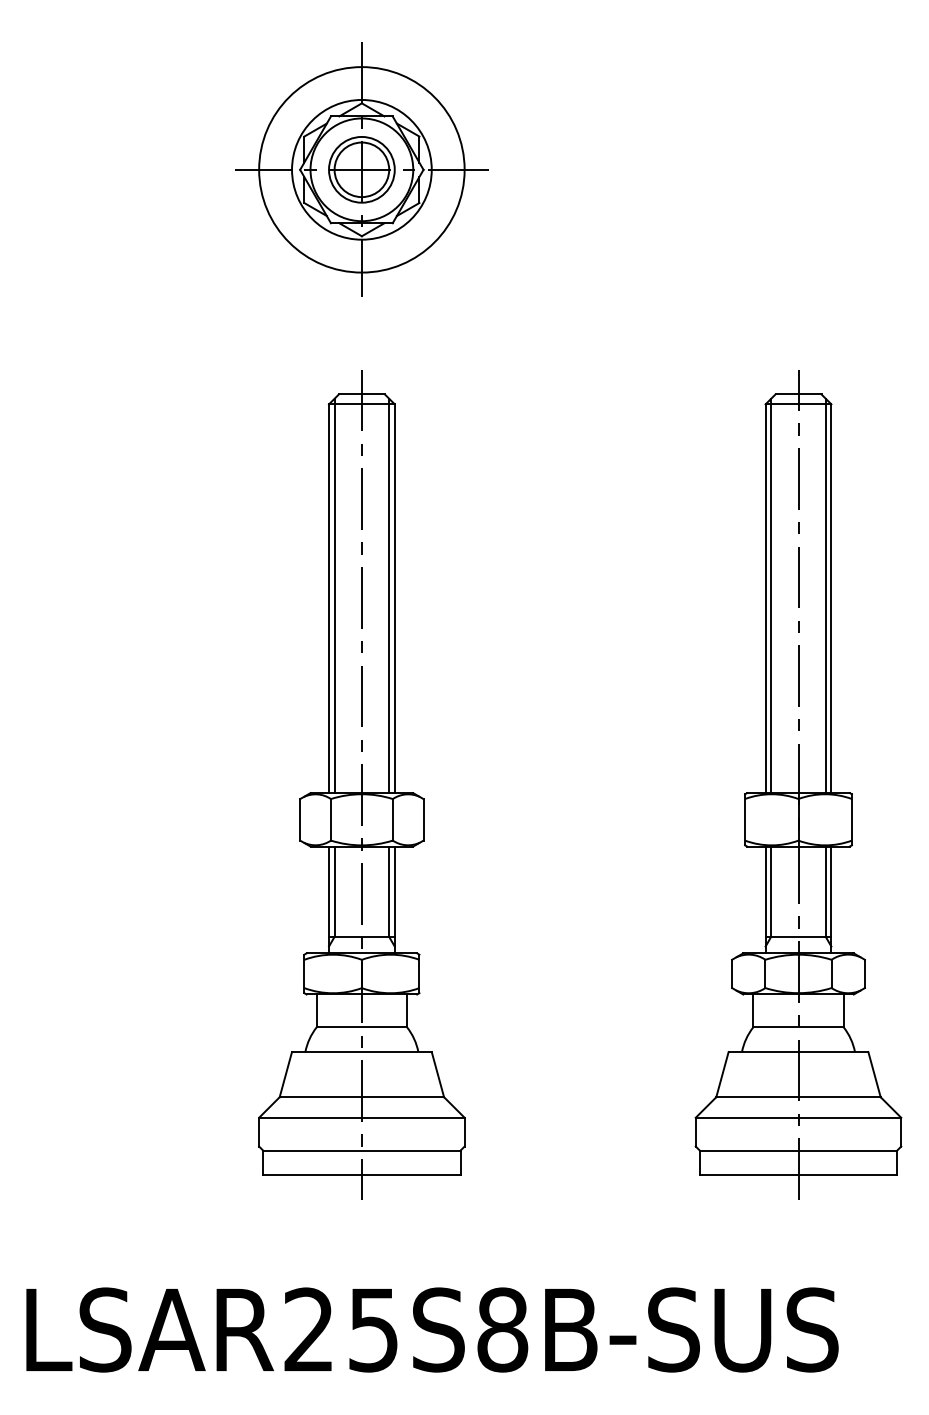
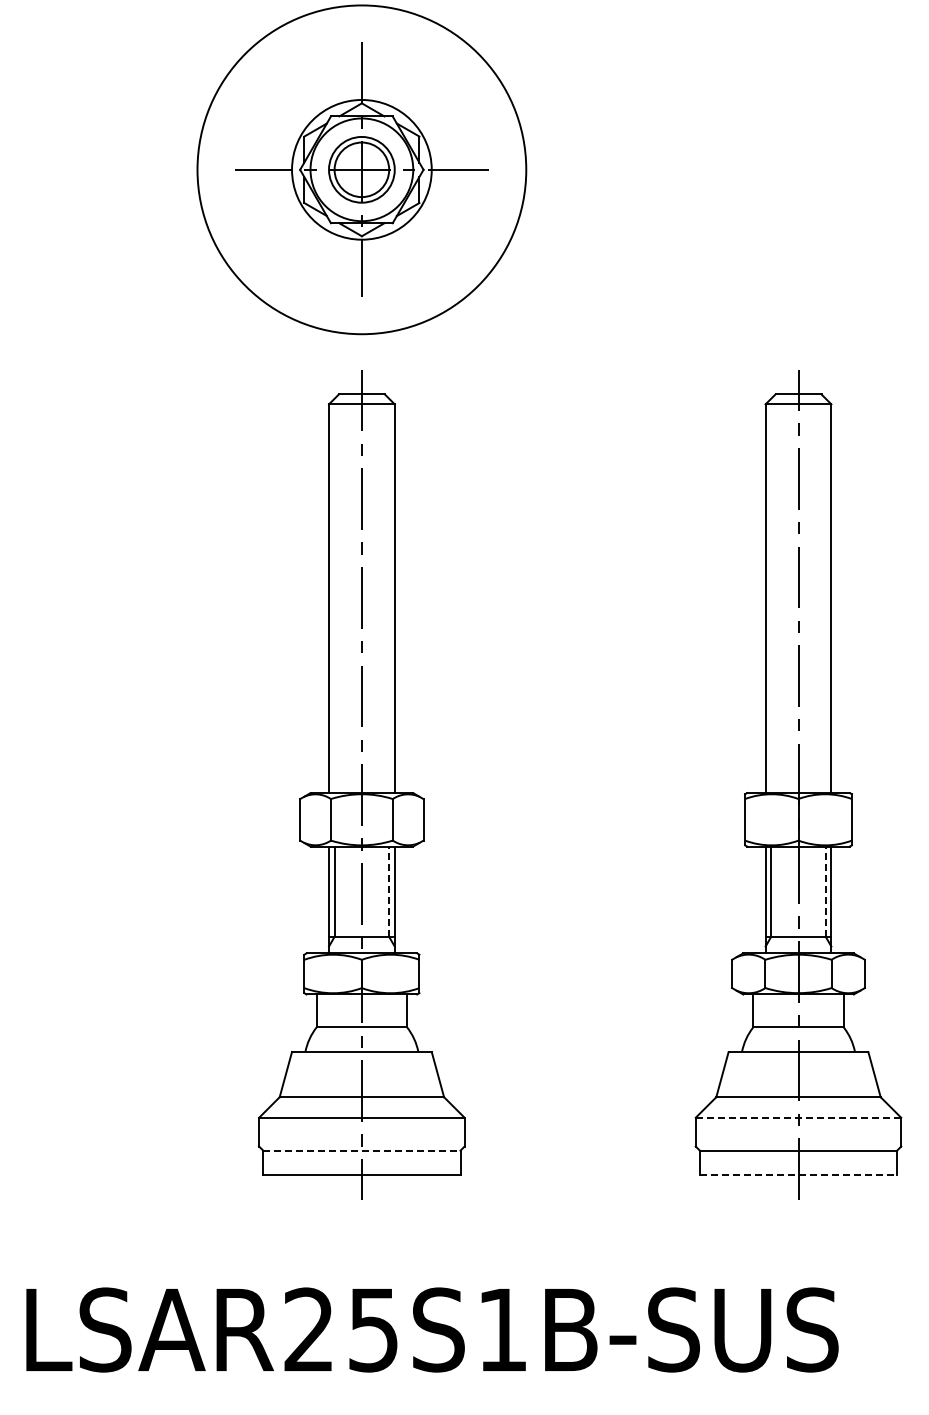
circle at (361, 169) diameter: 205 px -> 329 px
line at (334, 595): present -> none
line at (389, 595): present -> none
line at (771, 595): present -> none
line at (825, 595): present -> none
line at (389, 891): solid -> dashed
line at (825, 891): solid -> dashed
line at (798, 1117): solid -> dashed
line at (361, 1150): solid -> dashed
line at (798, 1175): solid -> dashed
text at (502, 1329): LSAR25S8B-SUS -> LSAR25S1B-SUS
